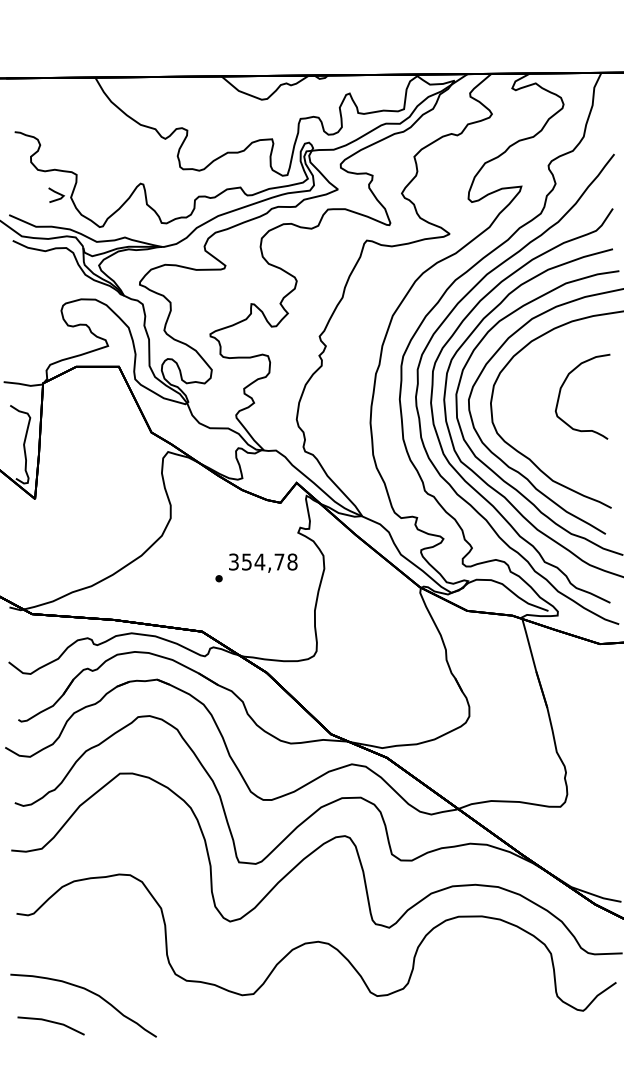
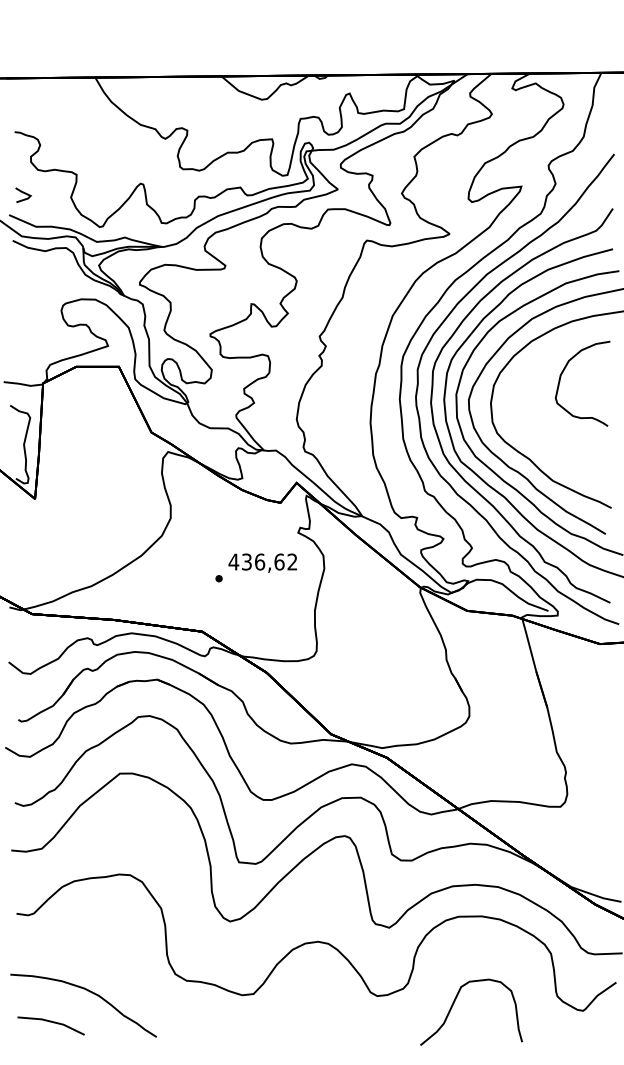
line at (56, 193) position: (56, 193) -> (23, 193)
curve at (561, 390) position: (561, 390) -> (561, 377)
text at (262, 561): 354,78 -> 436,62
curve at (454, 1003): none -> present
